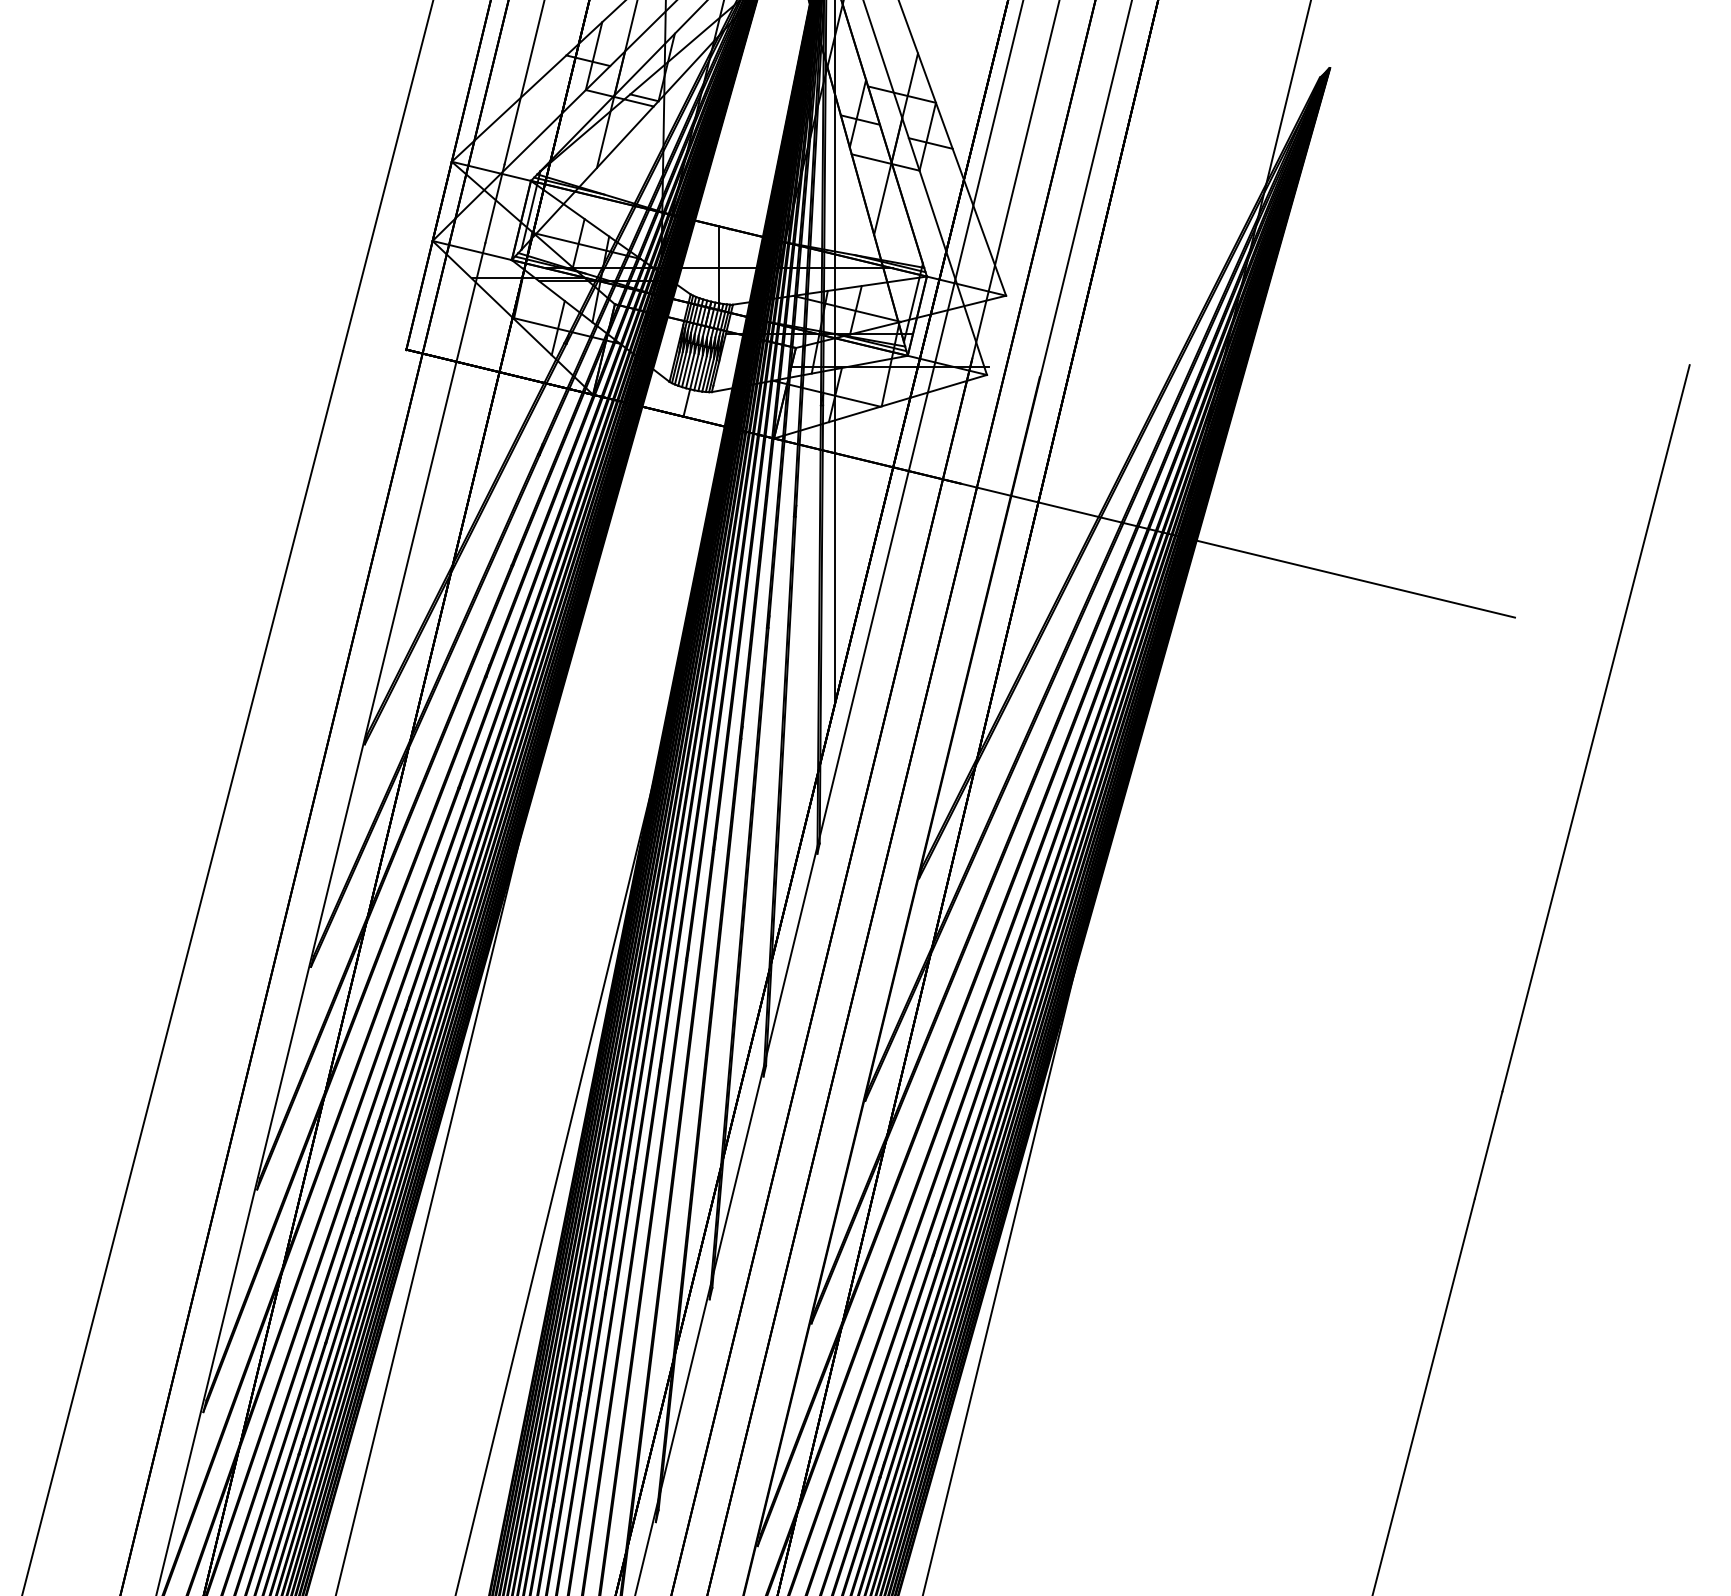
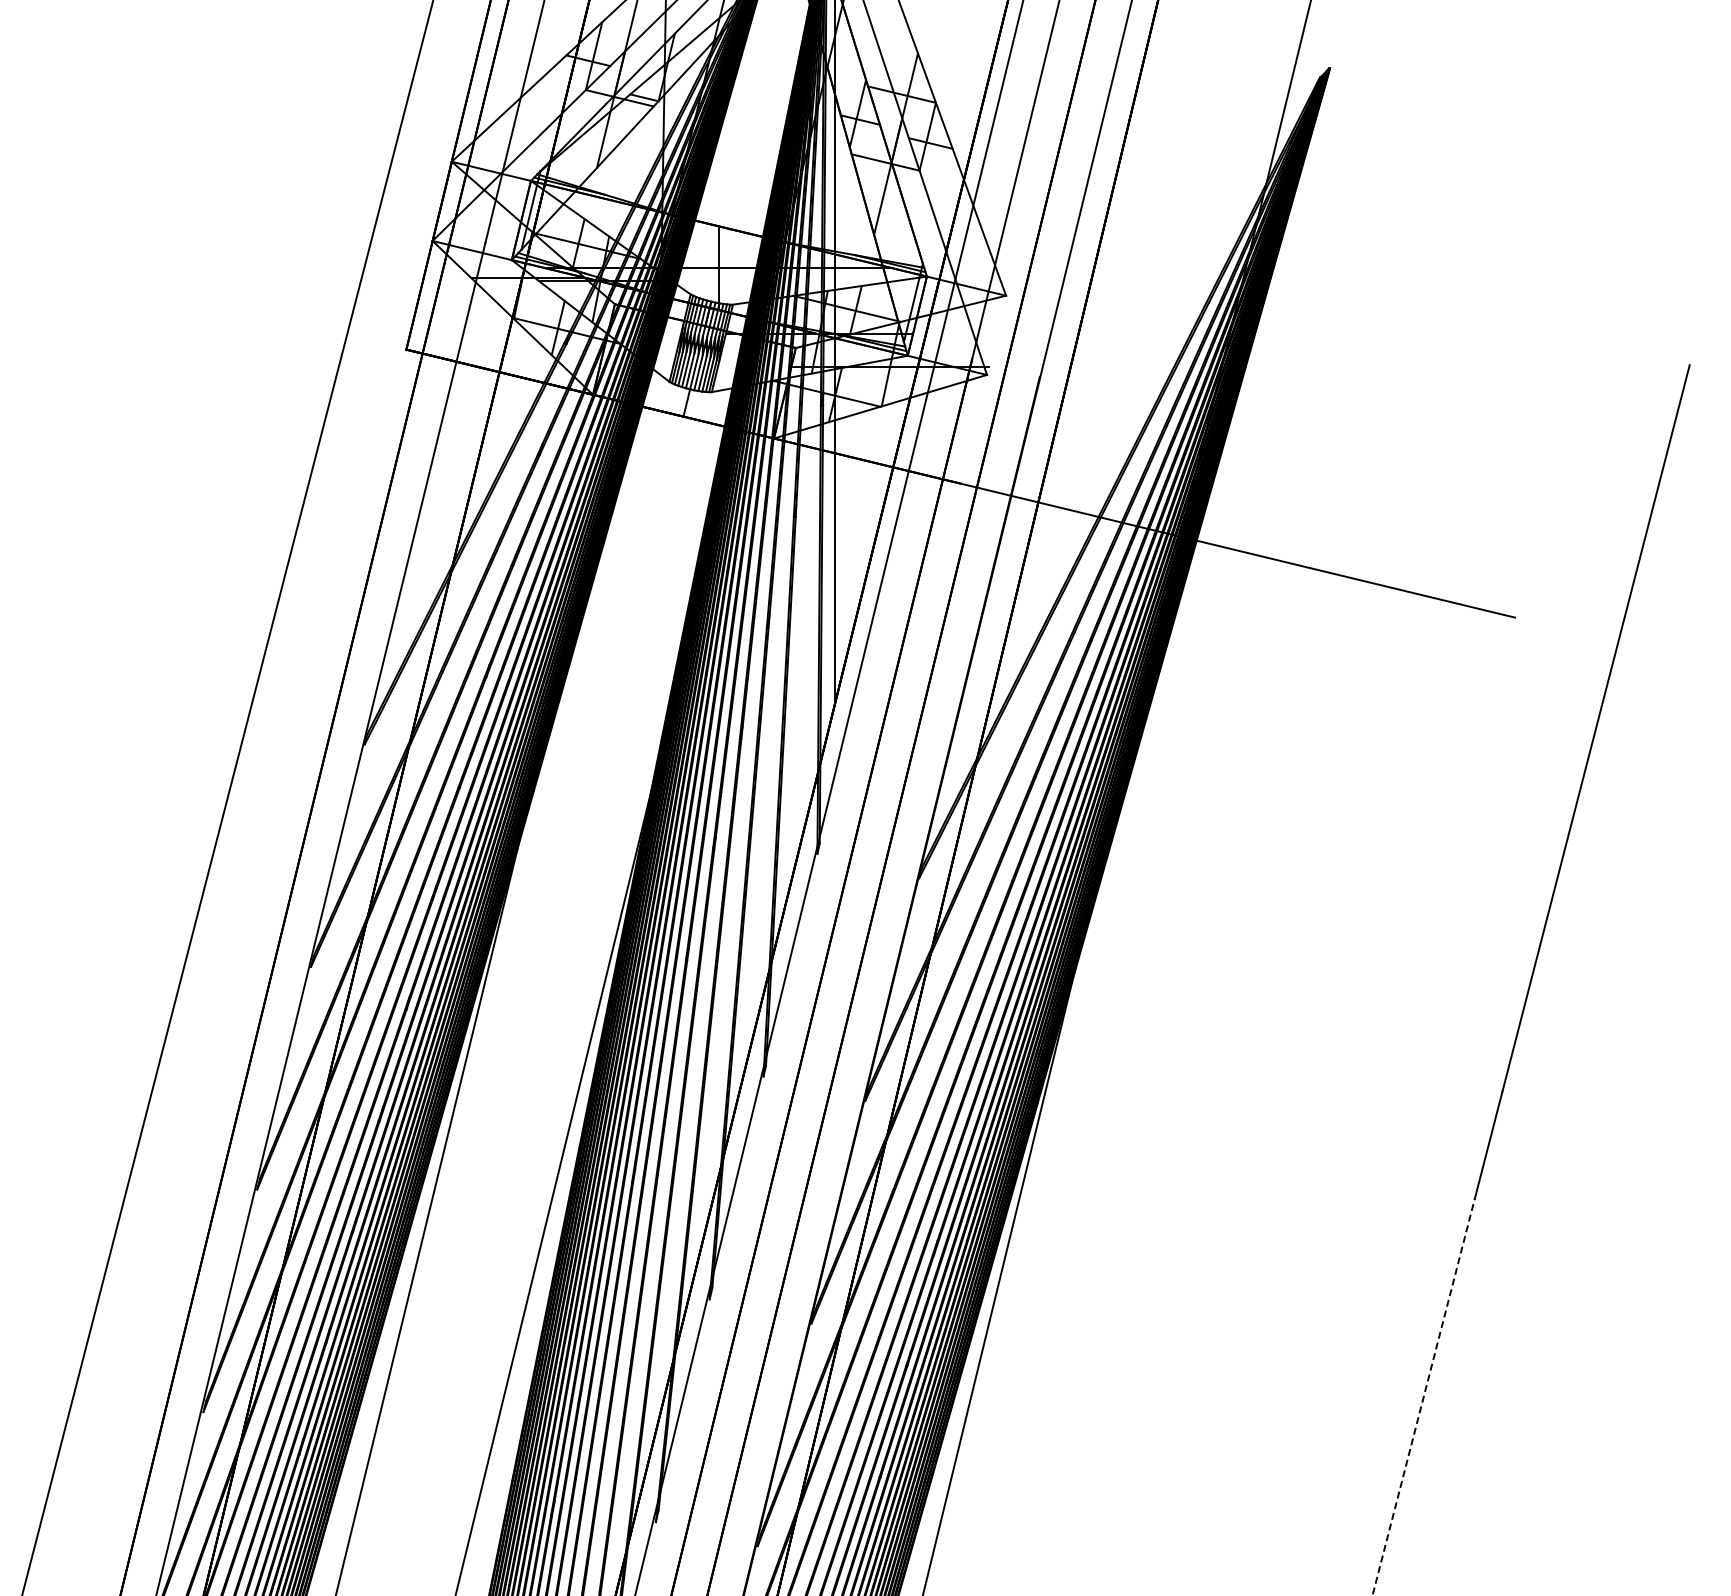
line at (1423, 1397): solid -> dashed
